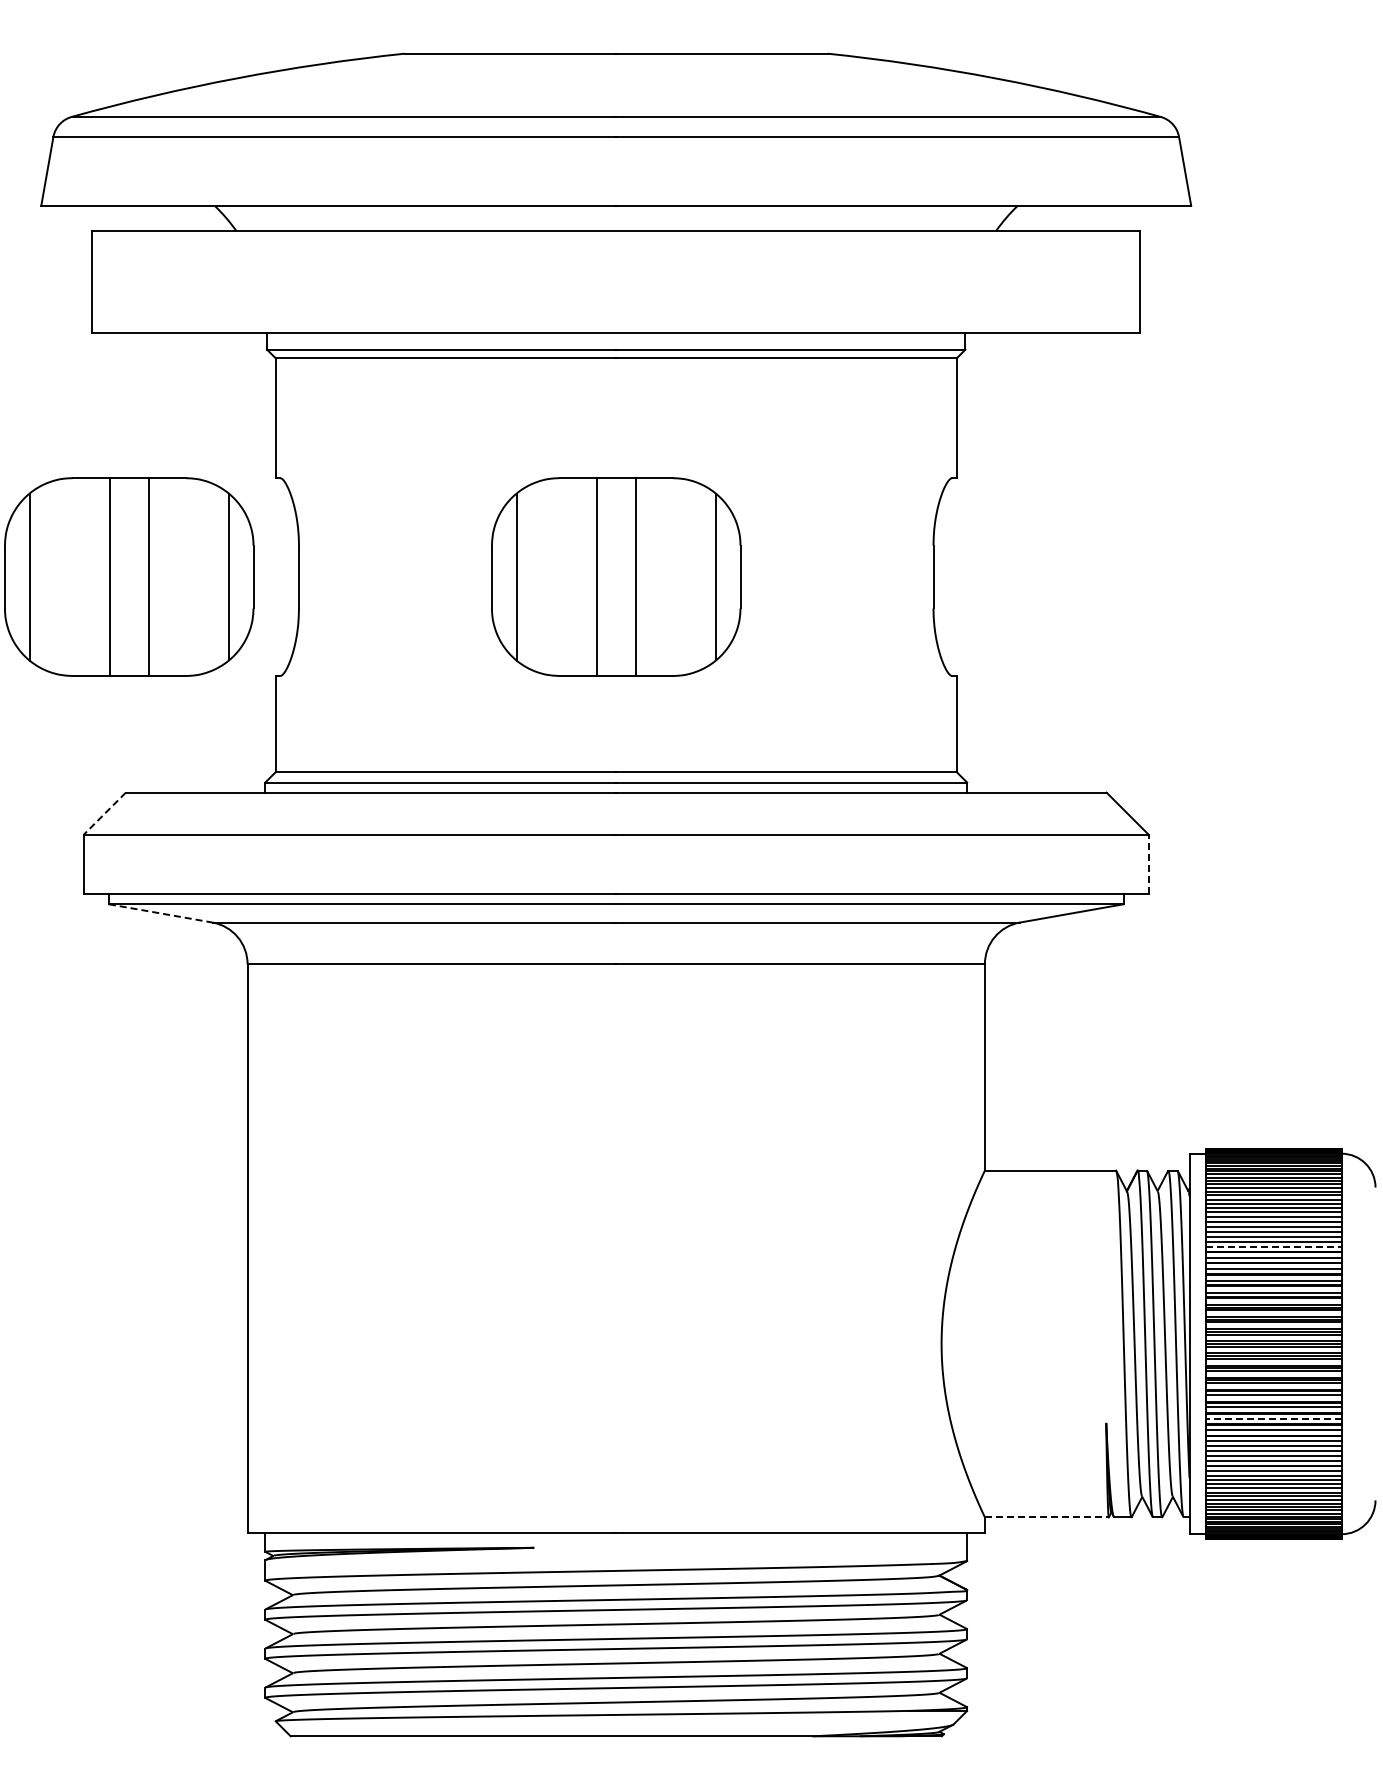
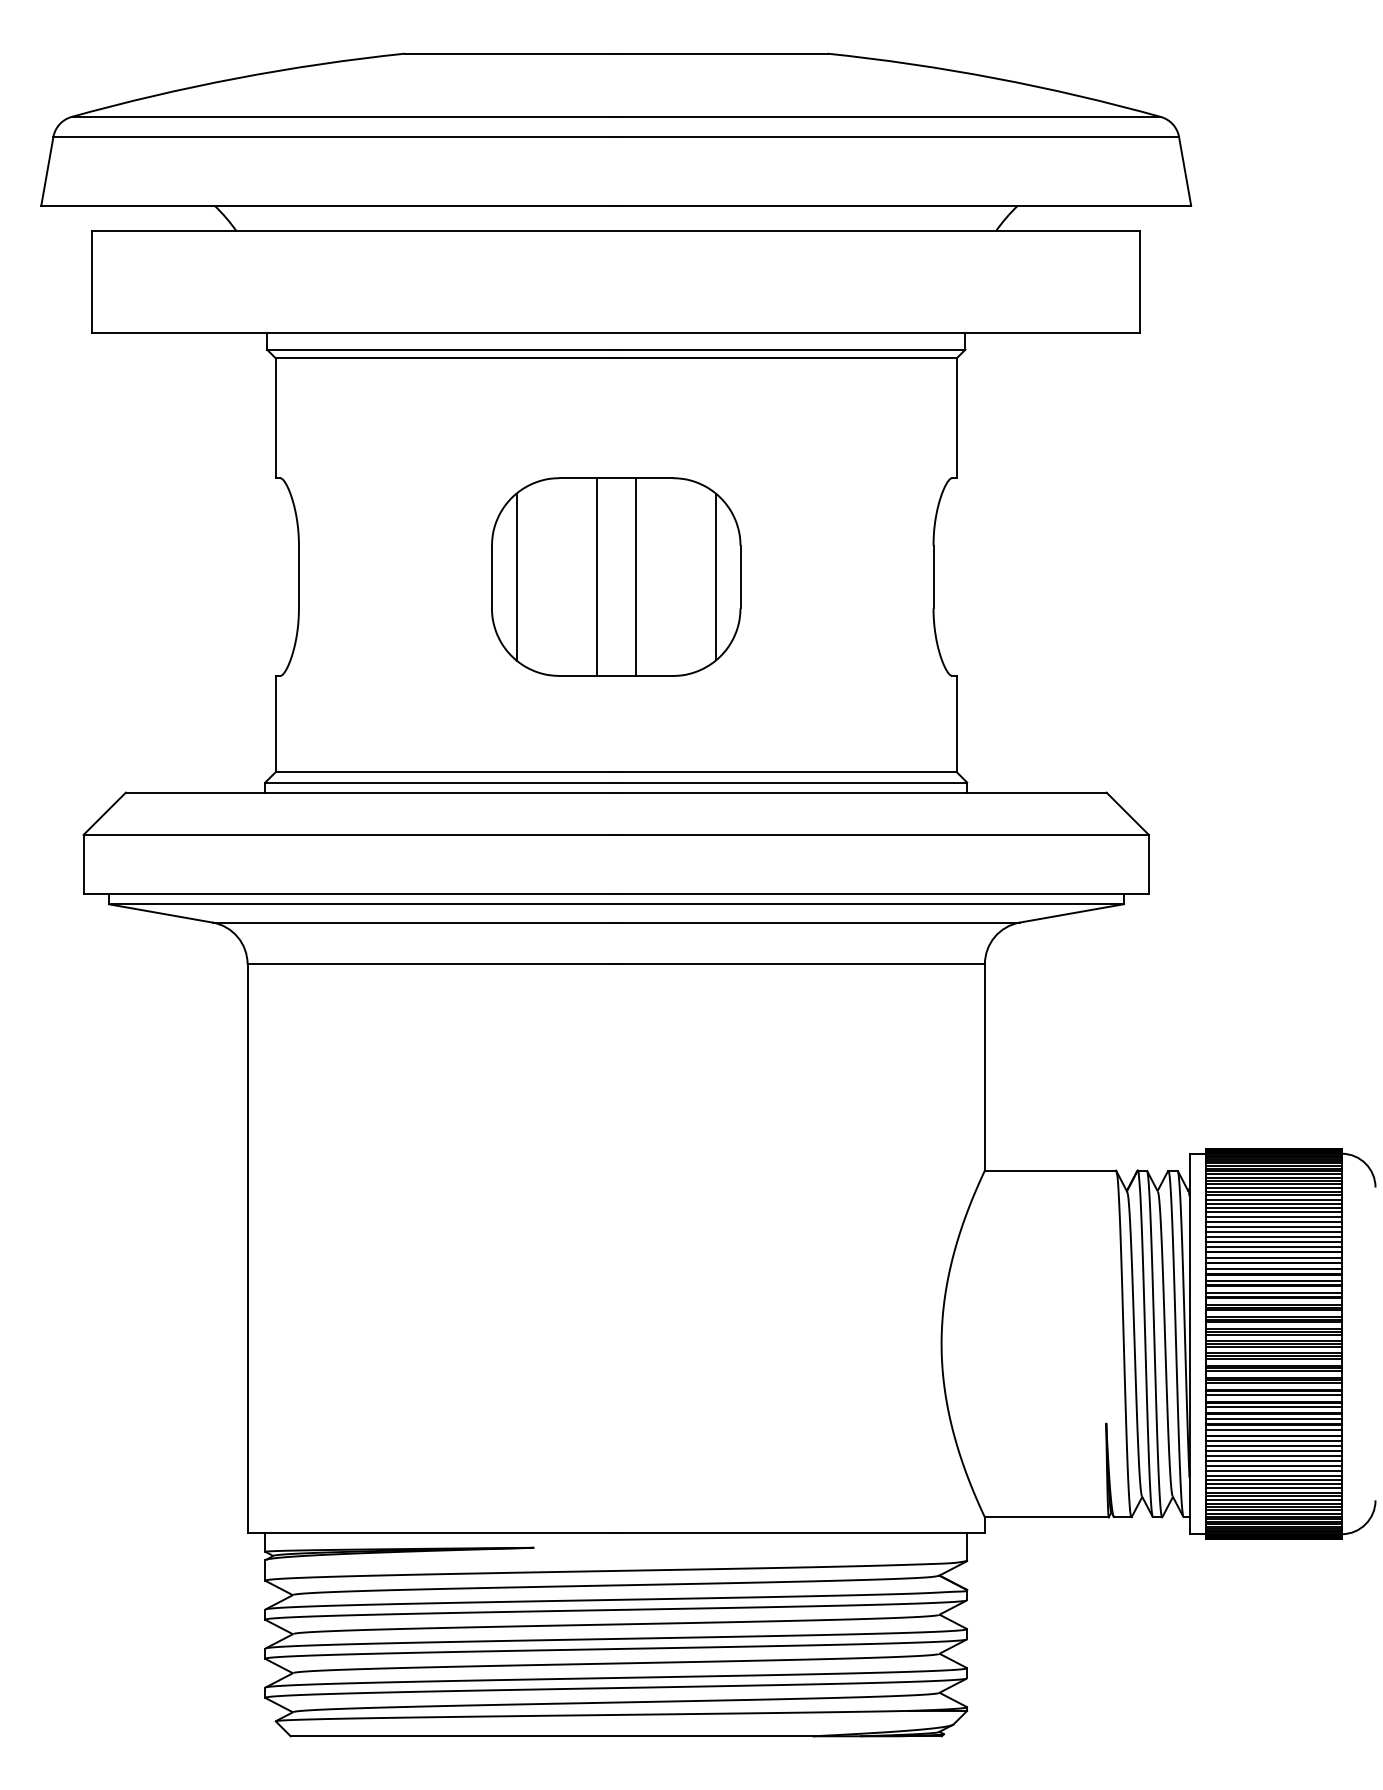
part at (129, 576): present -> none
line at (104, 813): dashed -> solid
line at (1148, 864): dashed -> solid
line at (160, 913): dashed -> solid
line at (1274, 1247): dashed -> solid
line at (1274, 1418): dashed -> solid
line at (1046, 1517): dashed -> solid
